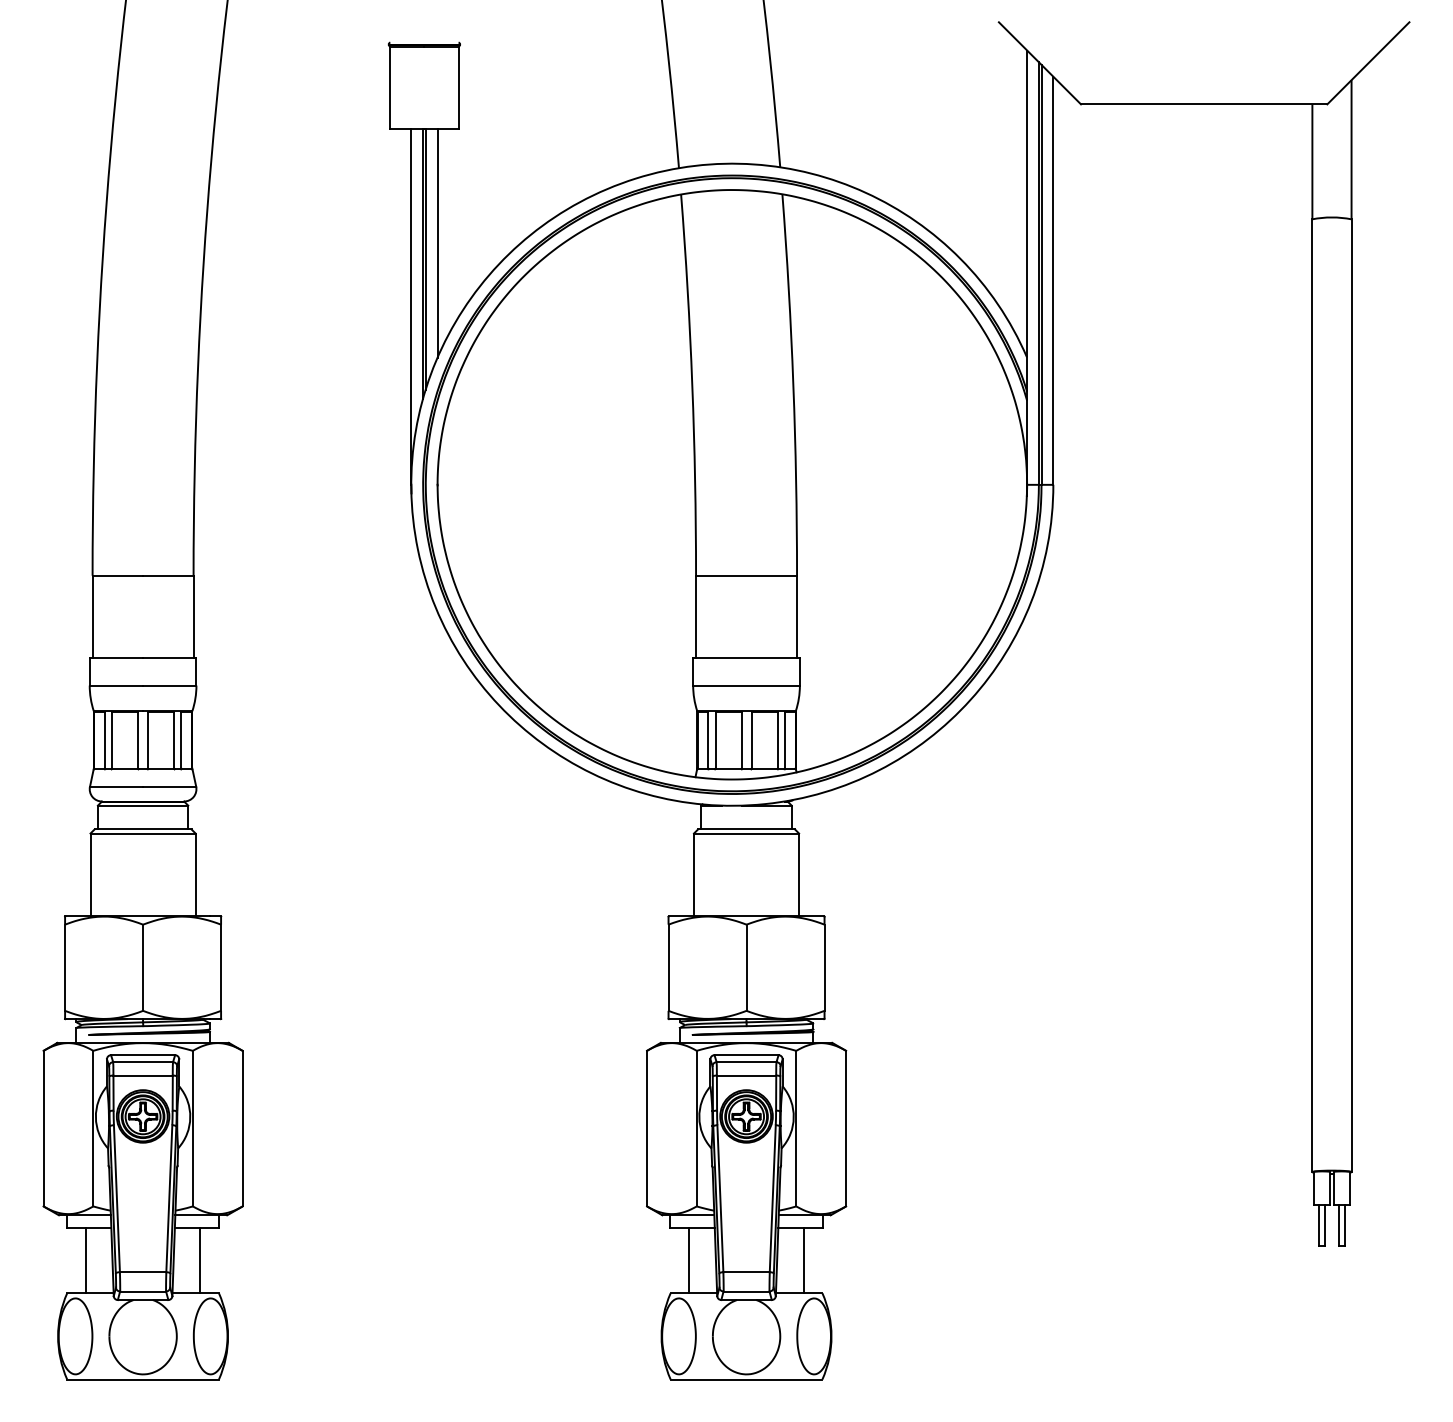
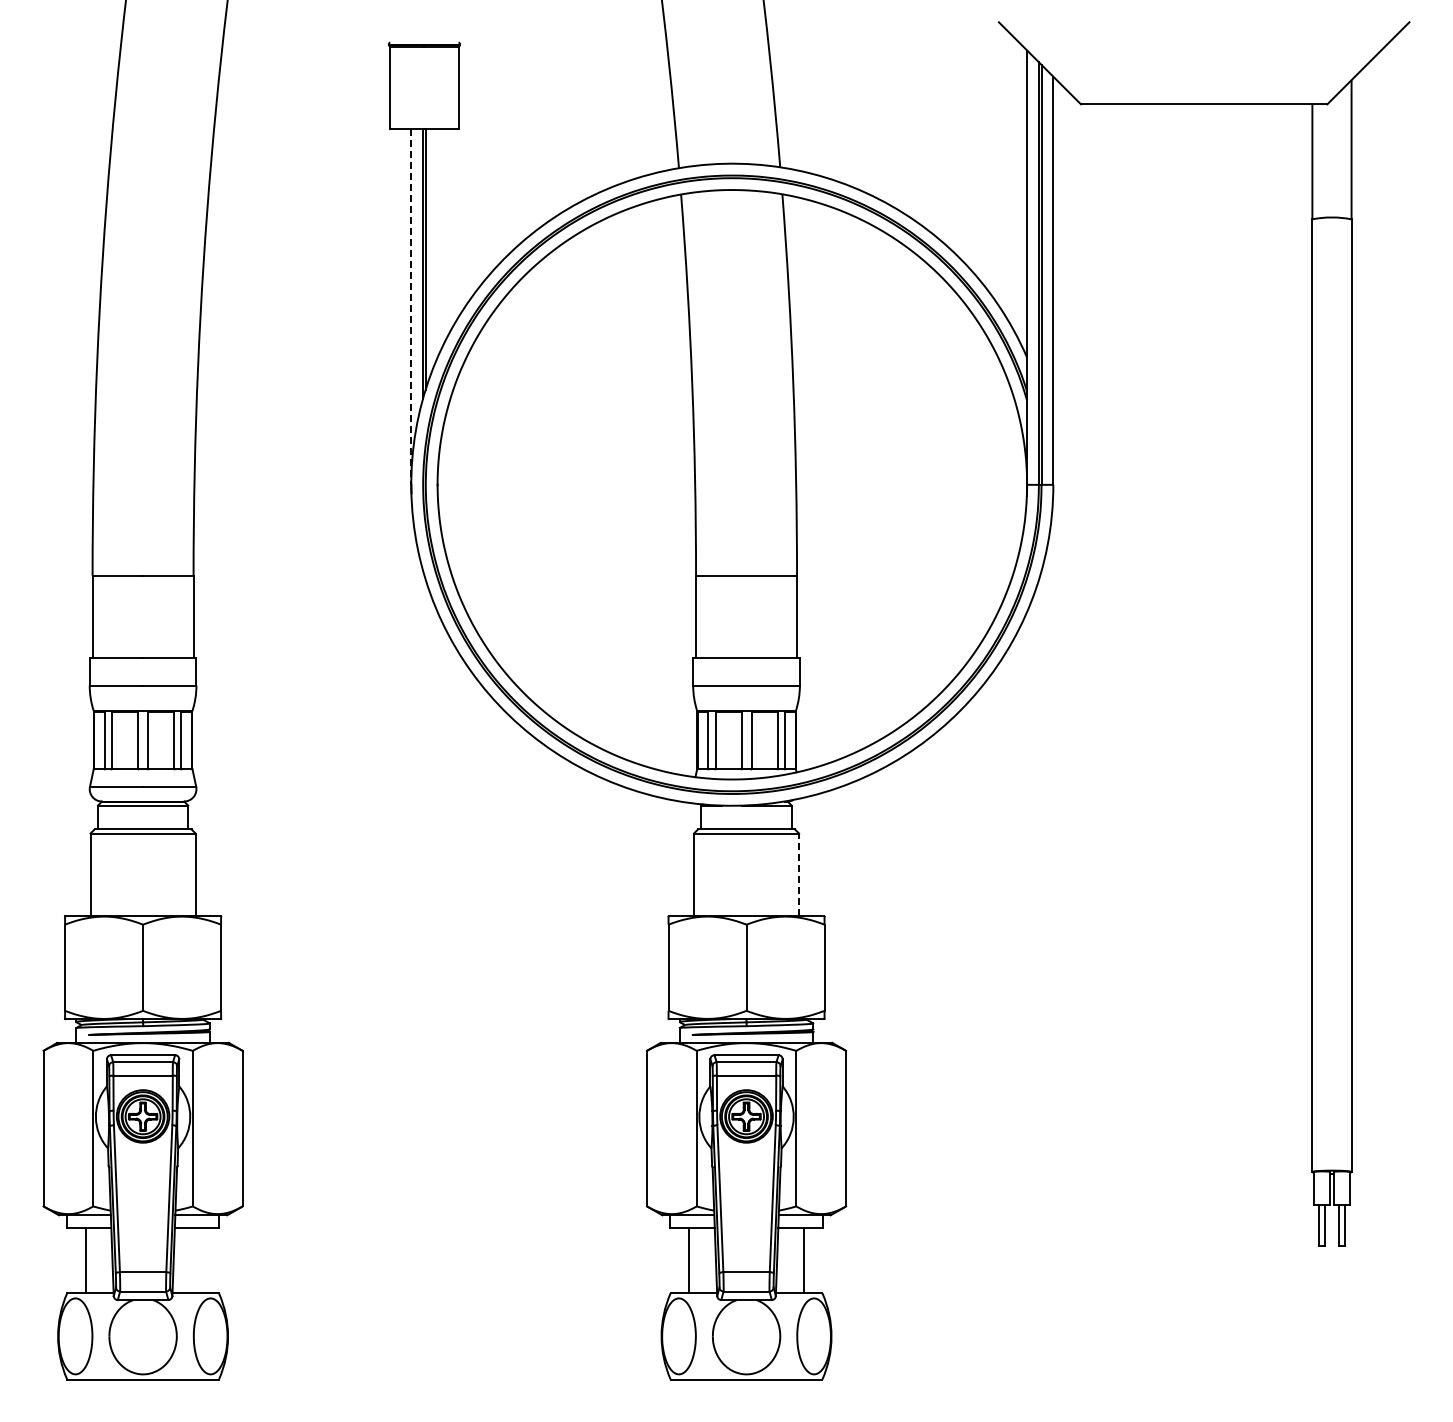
line at (437, 242): present -> none
line at (411, 307): solid -> dashed
line at (799, 874): solid -> dashed
line at (200, 1260): present -> none
